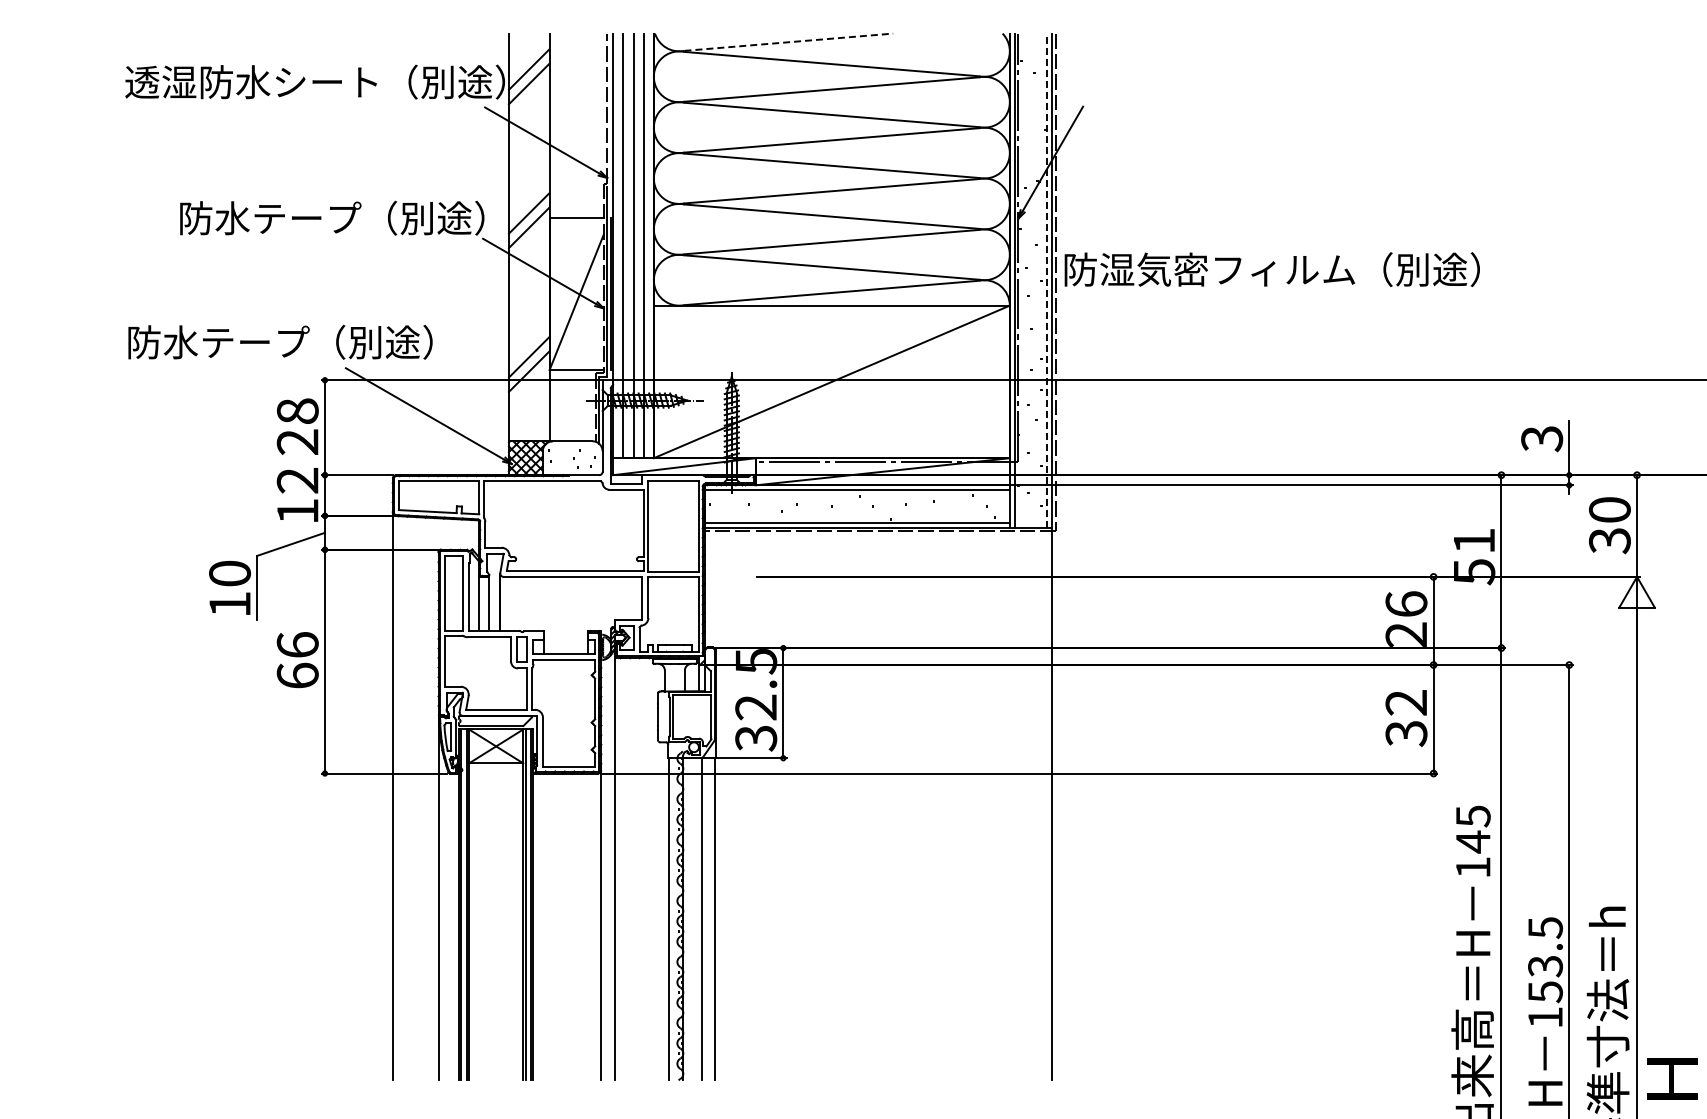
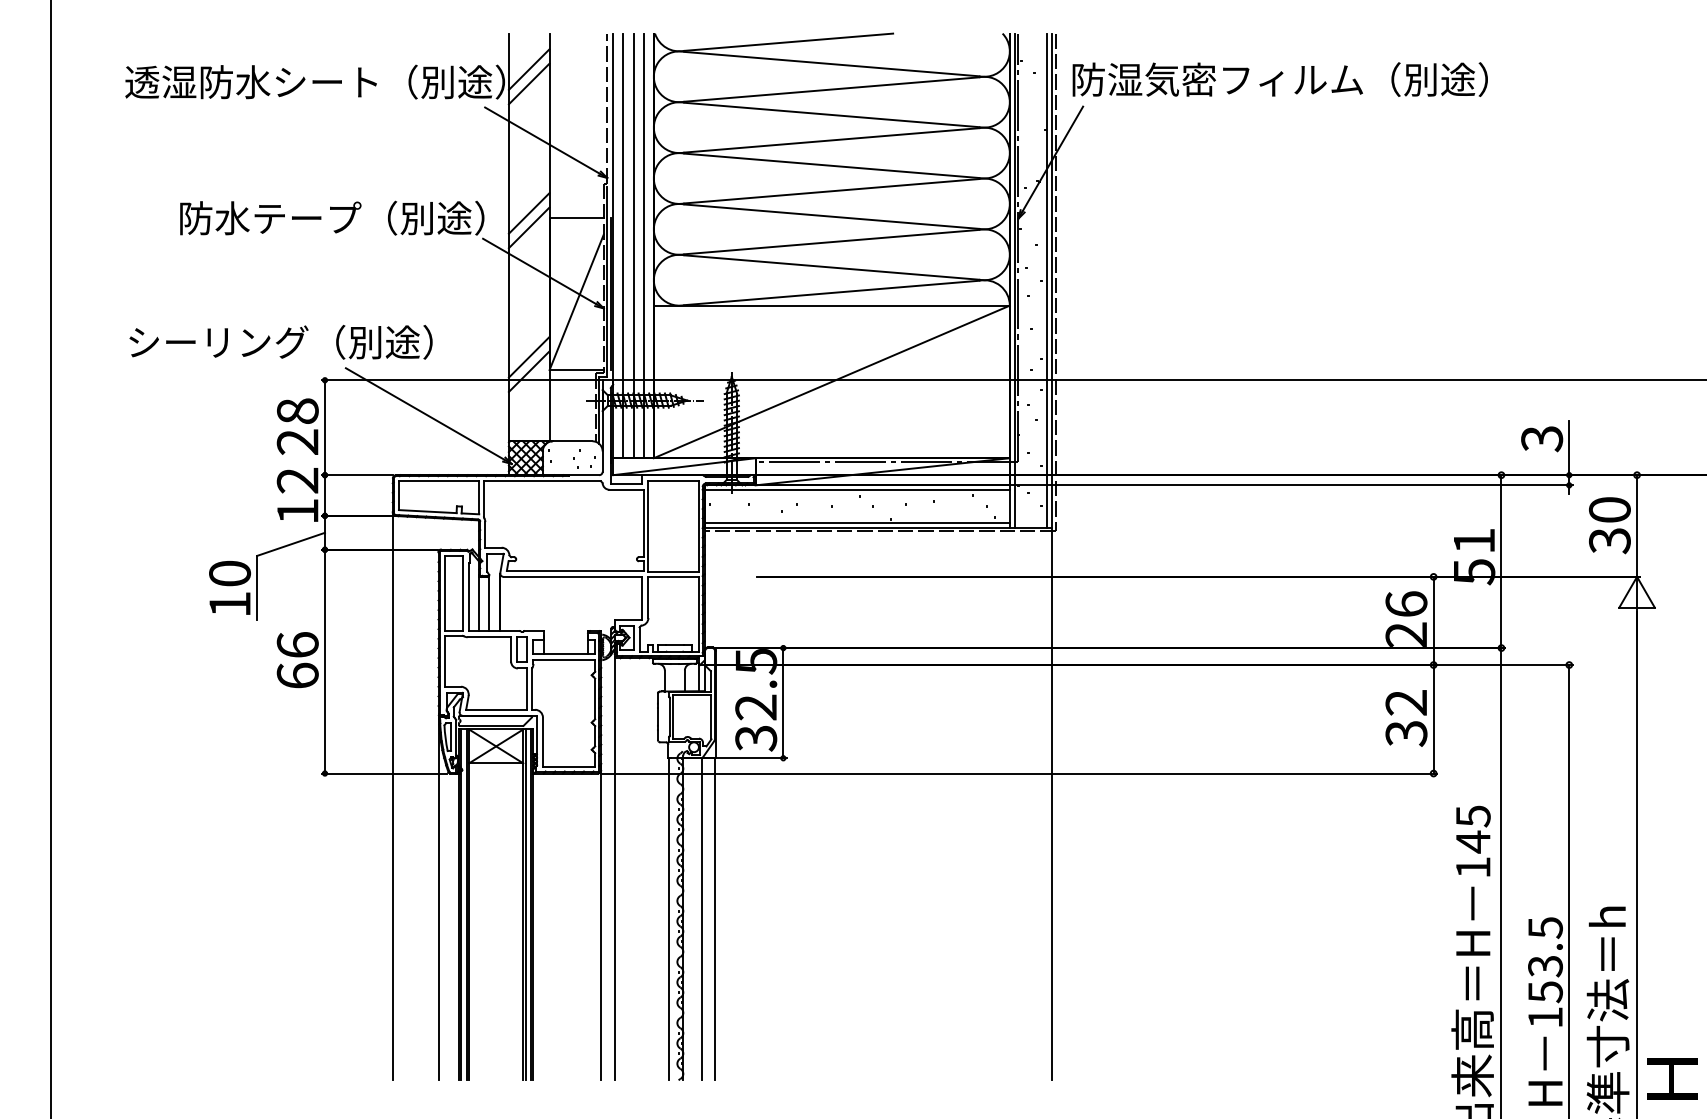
line at (788, 42): dashed -> solid
text at (1271, 269) position: (1271, 269) -> (1279, 79)
line at (1047, 280): dashed -> solid
text at (218, 342): 防水テープ（別途） -> シーリング（別途）
line at (51, 558): none -> present
